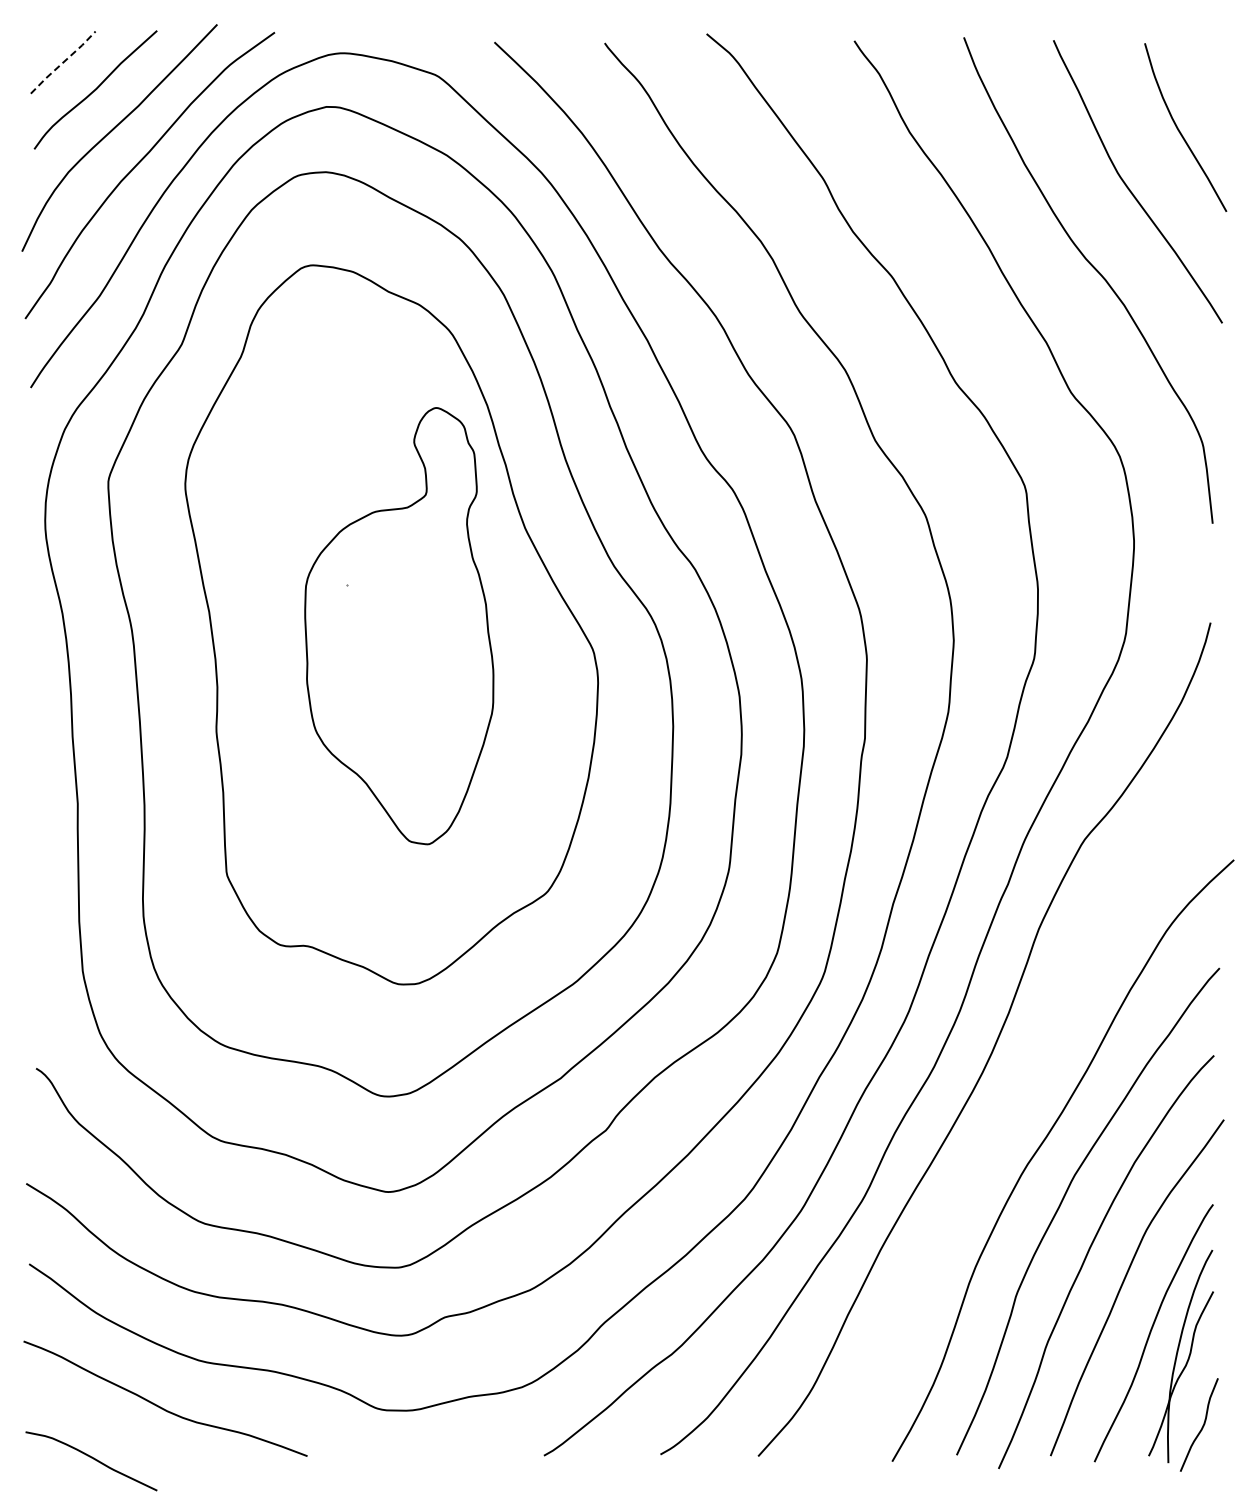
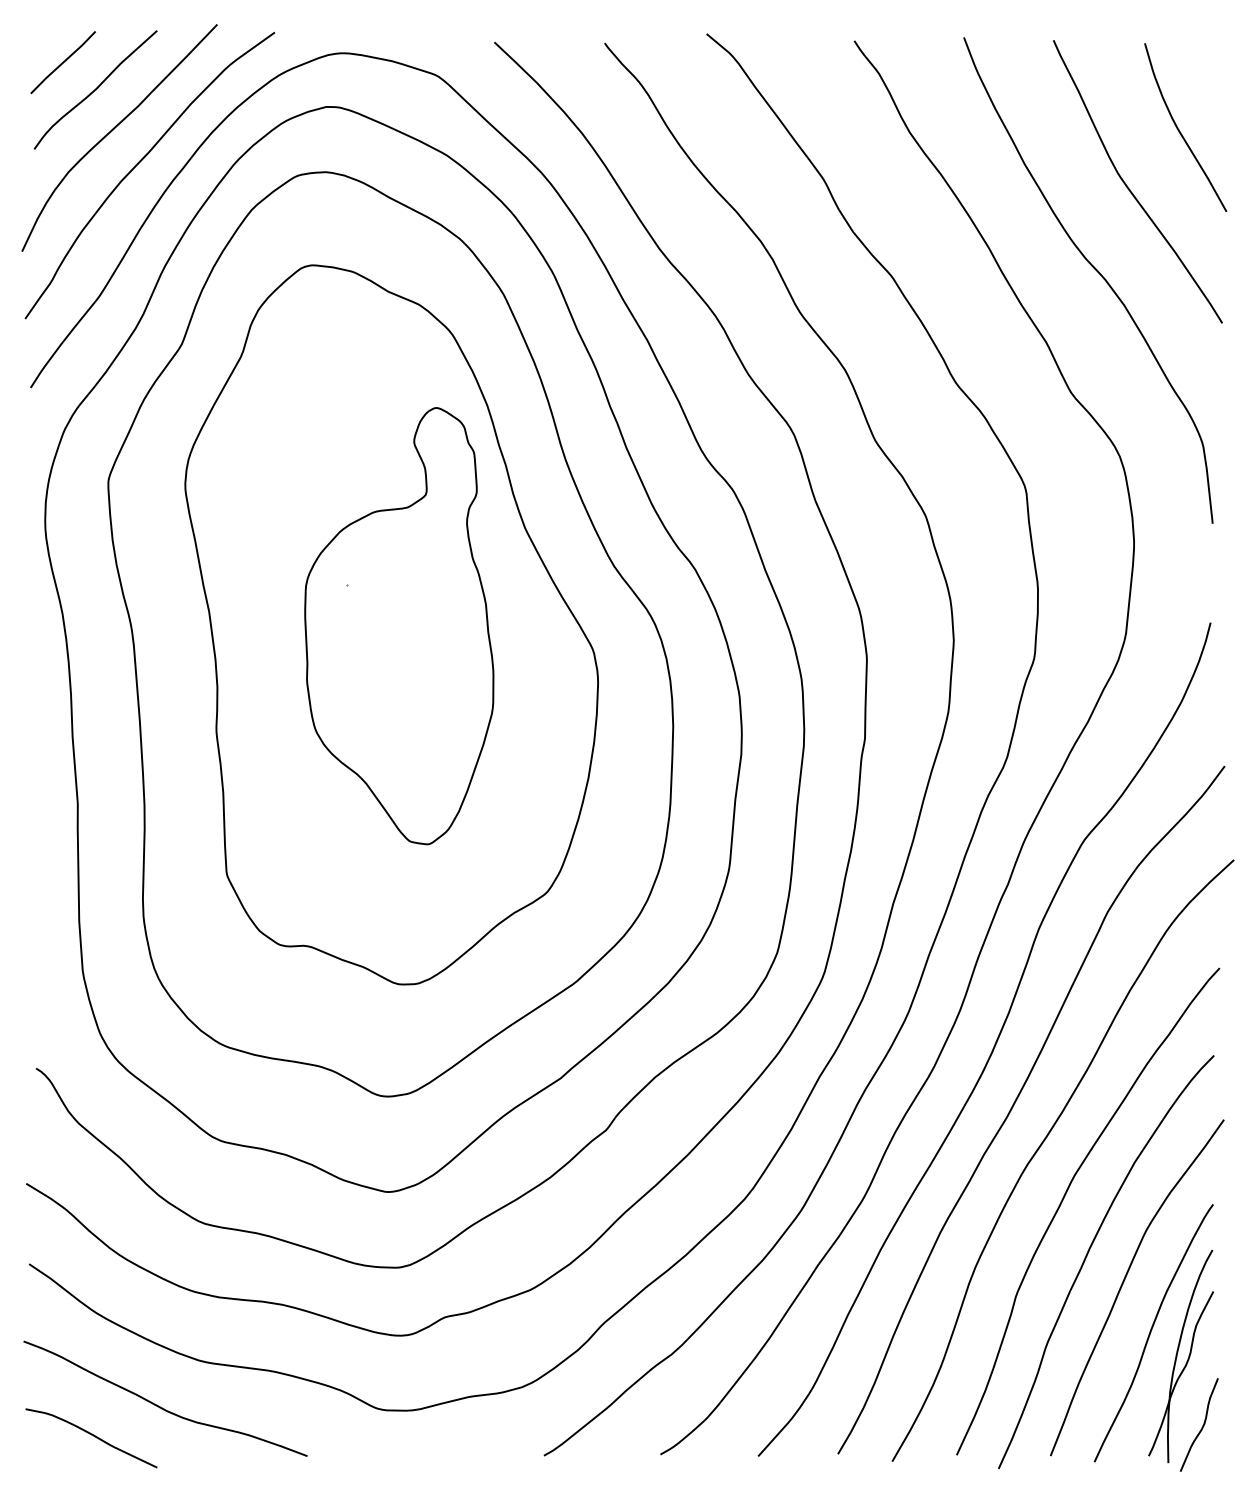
line at (63, 62): dashed -> solid
curve at (1016, 1101): none -> present
curve at (93, 1459) position: (93, 1459) -> (93, 1436)
